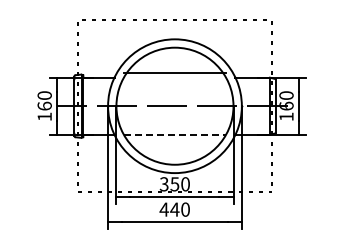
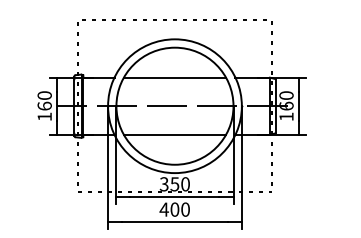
line at (174, 72) position: (174, 72) -> (174, 77)
line at (175, 134): dashed -> solid
text at (174, 209): 440 -> 400
